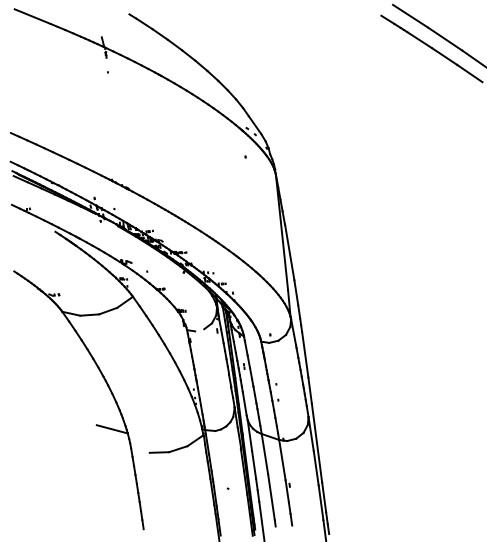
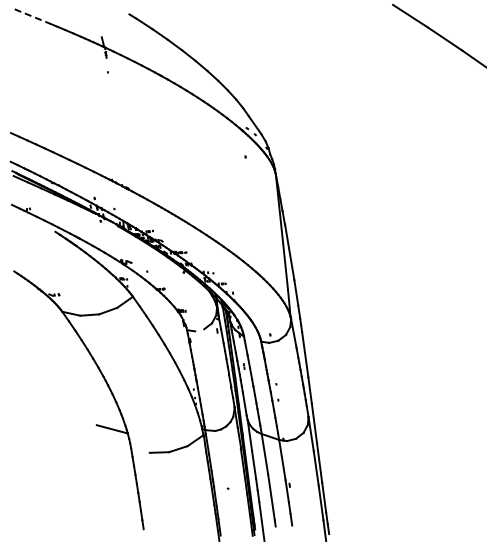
line at (33, 16): solid -> dashed
line at (431, 48): present -> none
